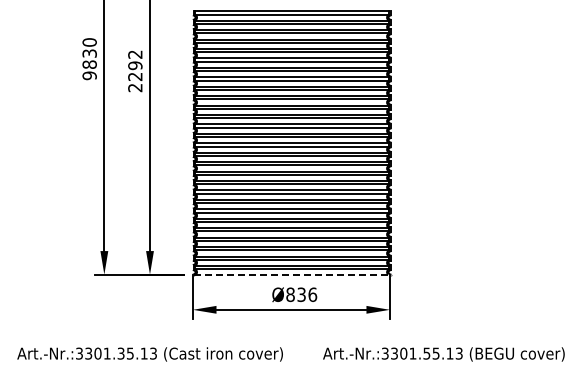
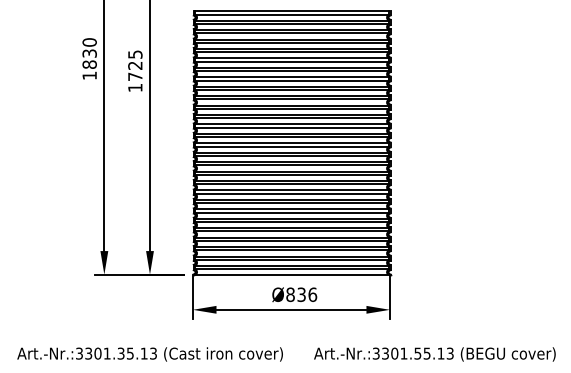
text at (135, 71): 2292 -> 1725
text at (89, 75): 9830 -> 1830
line at (292, 274): dashed -> solid
text at (443, 354) position: (443, 354) -> (434, 354)
